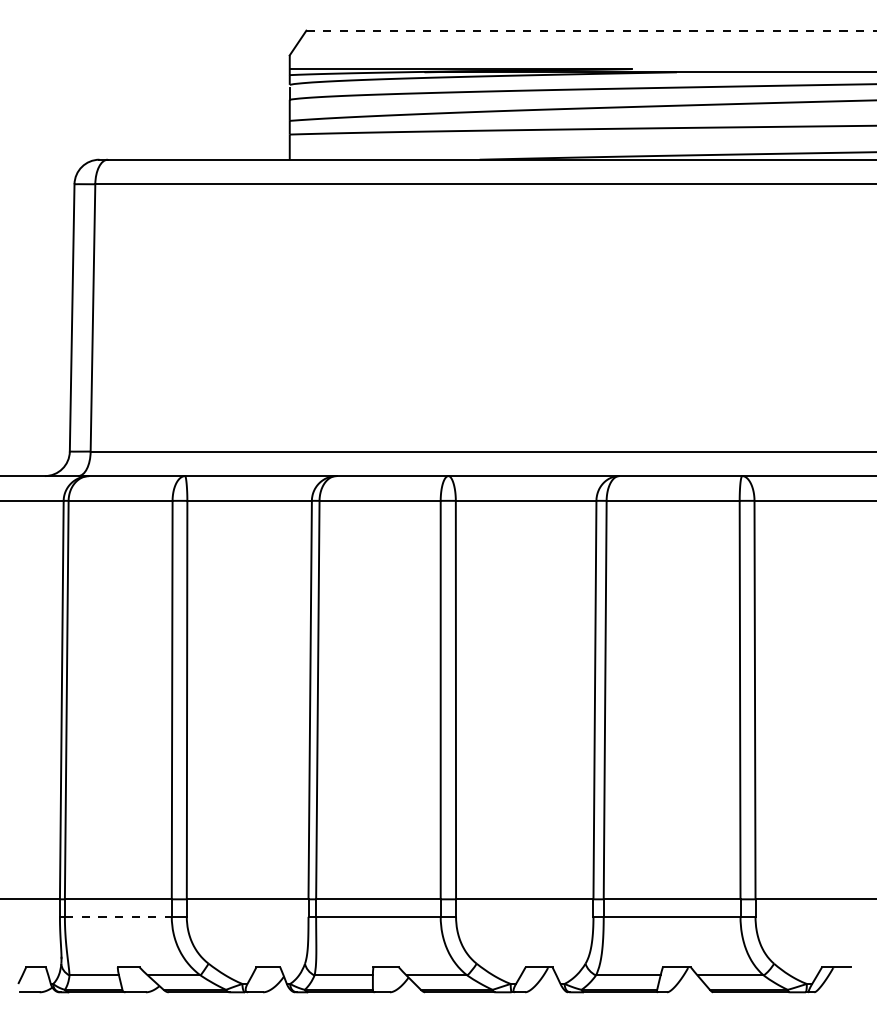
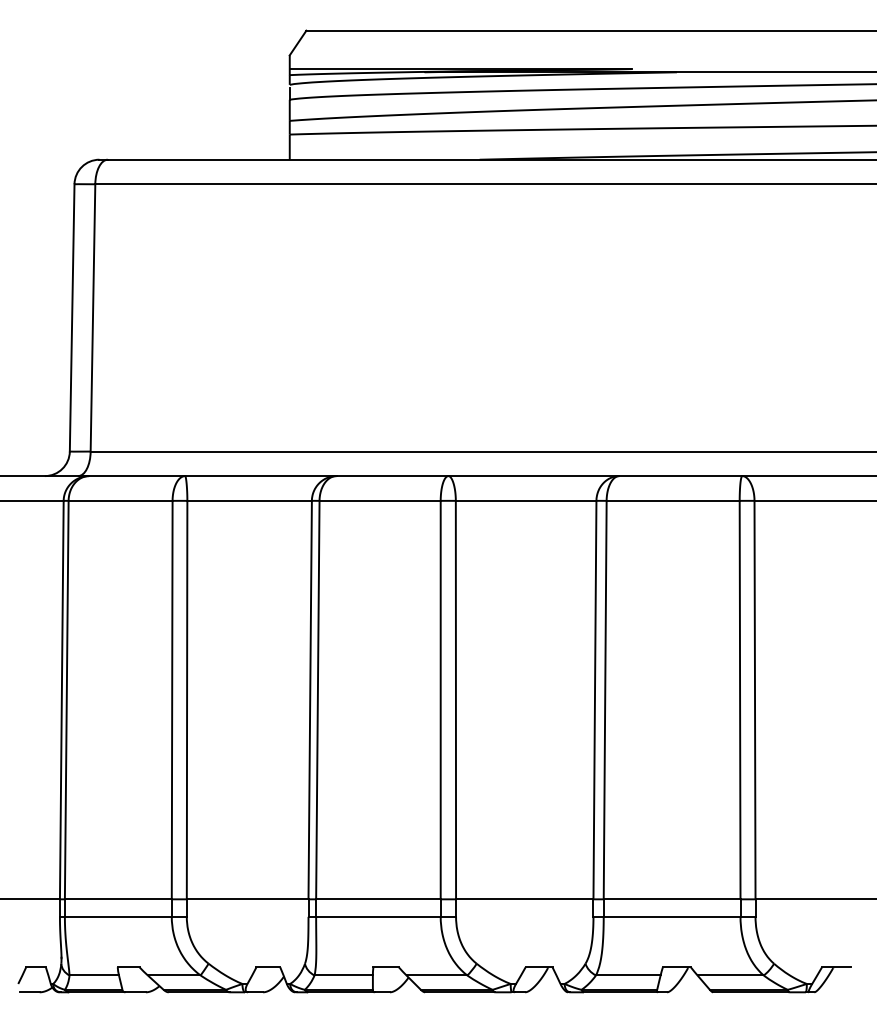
line at (591, 30): dashed -> solid
line at (118, 916): dashed -> solid
